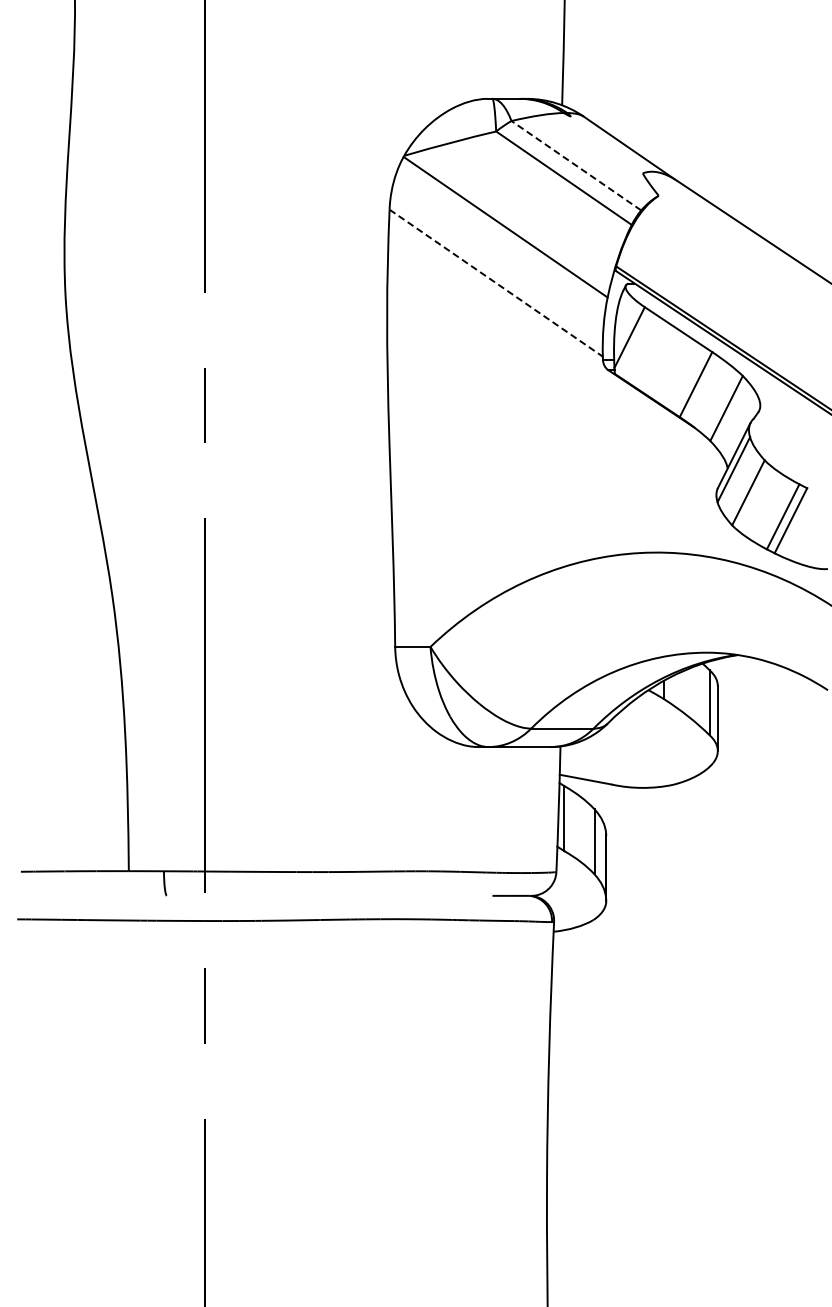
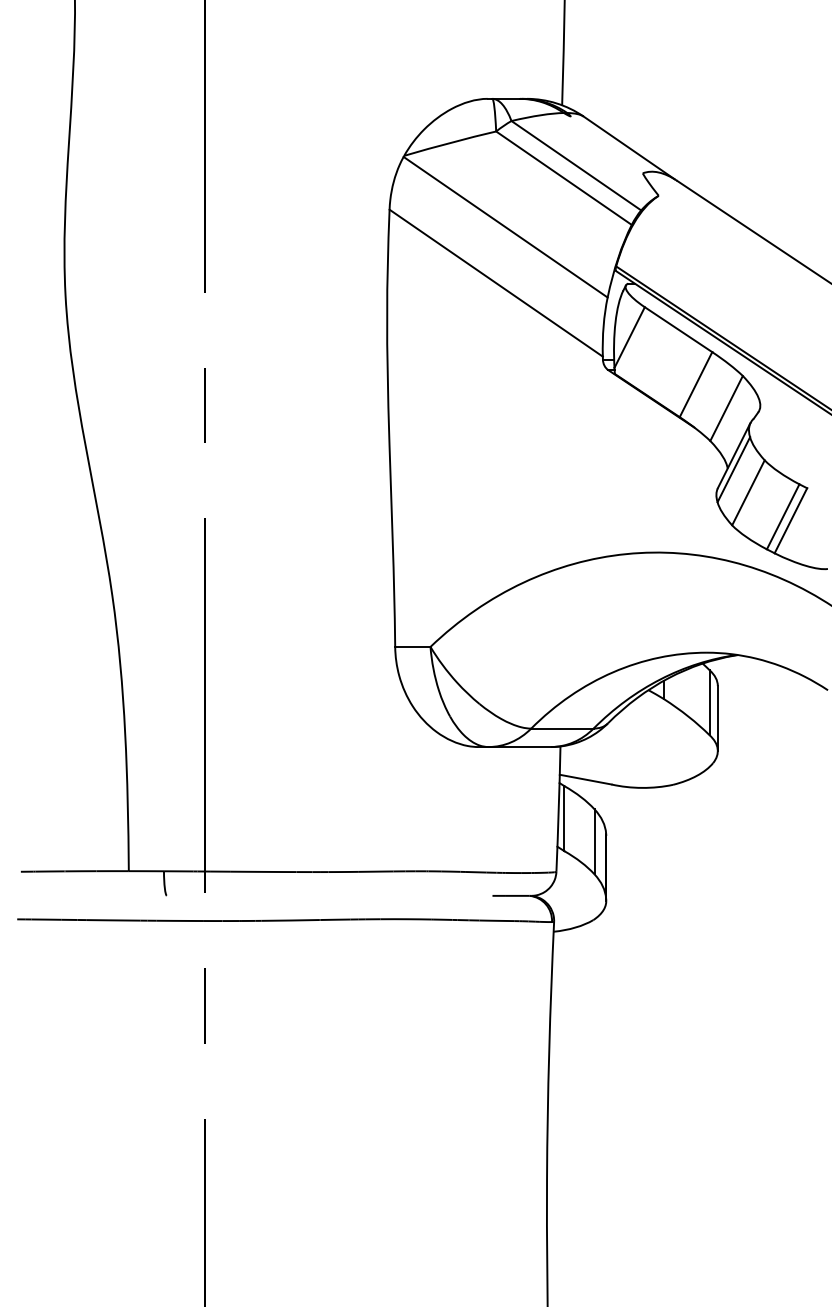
line at (576, 165): dashed -> solid
line at (496, 283): dashed -> solid
